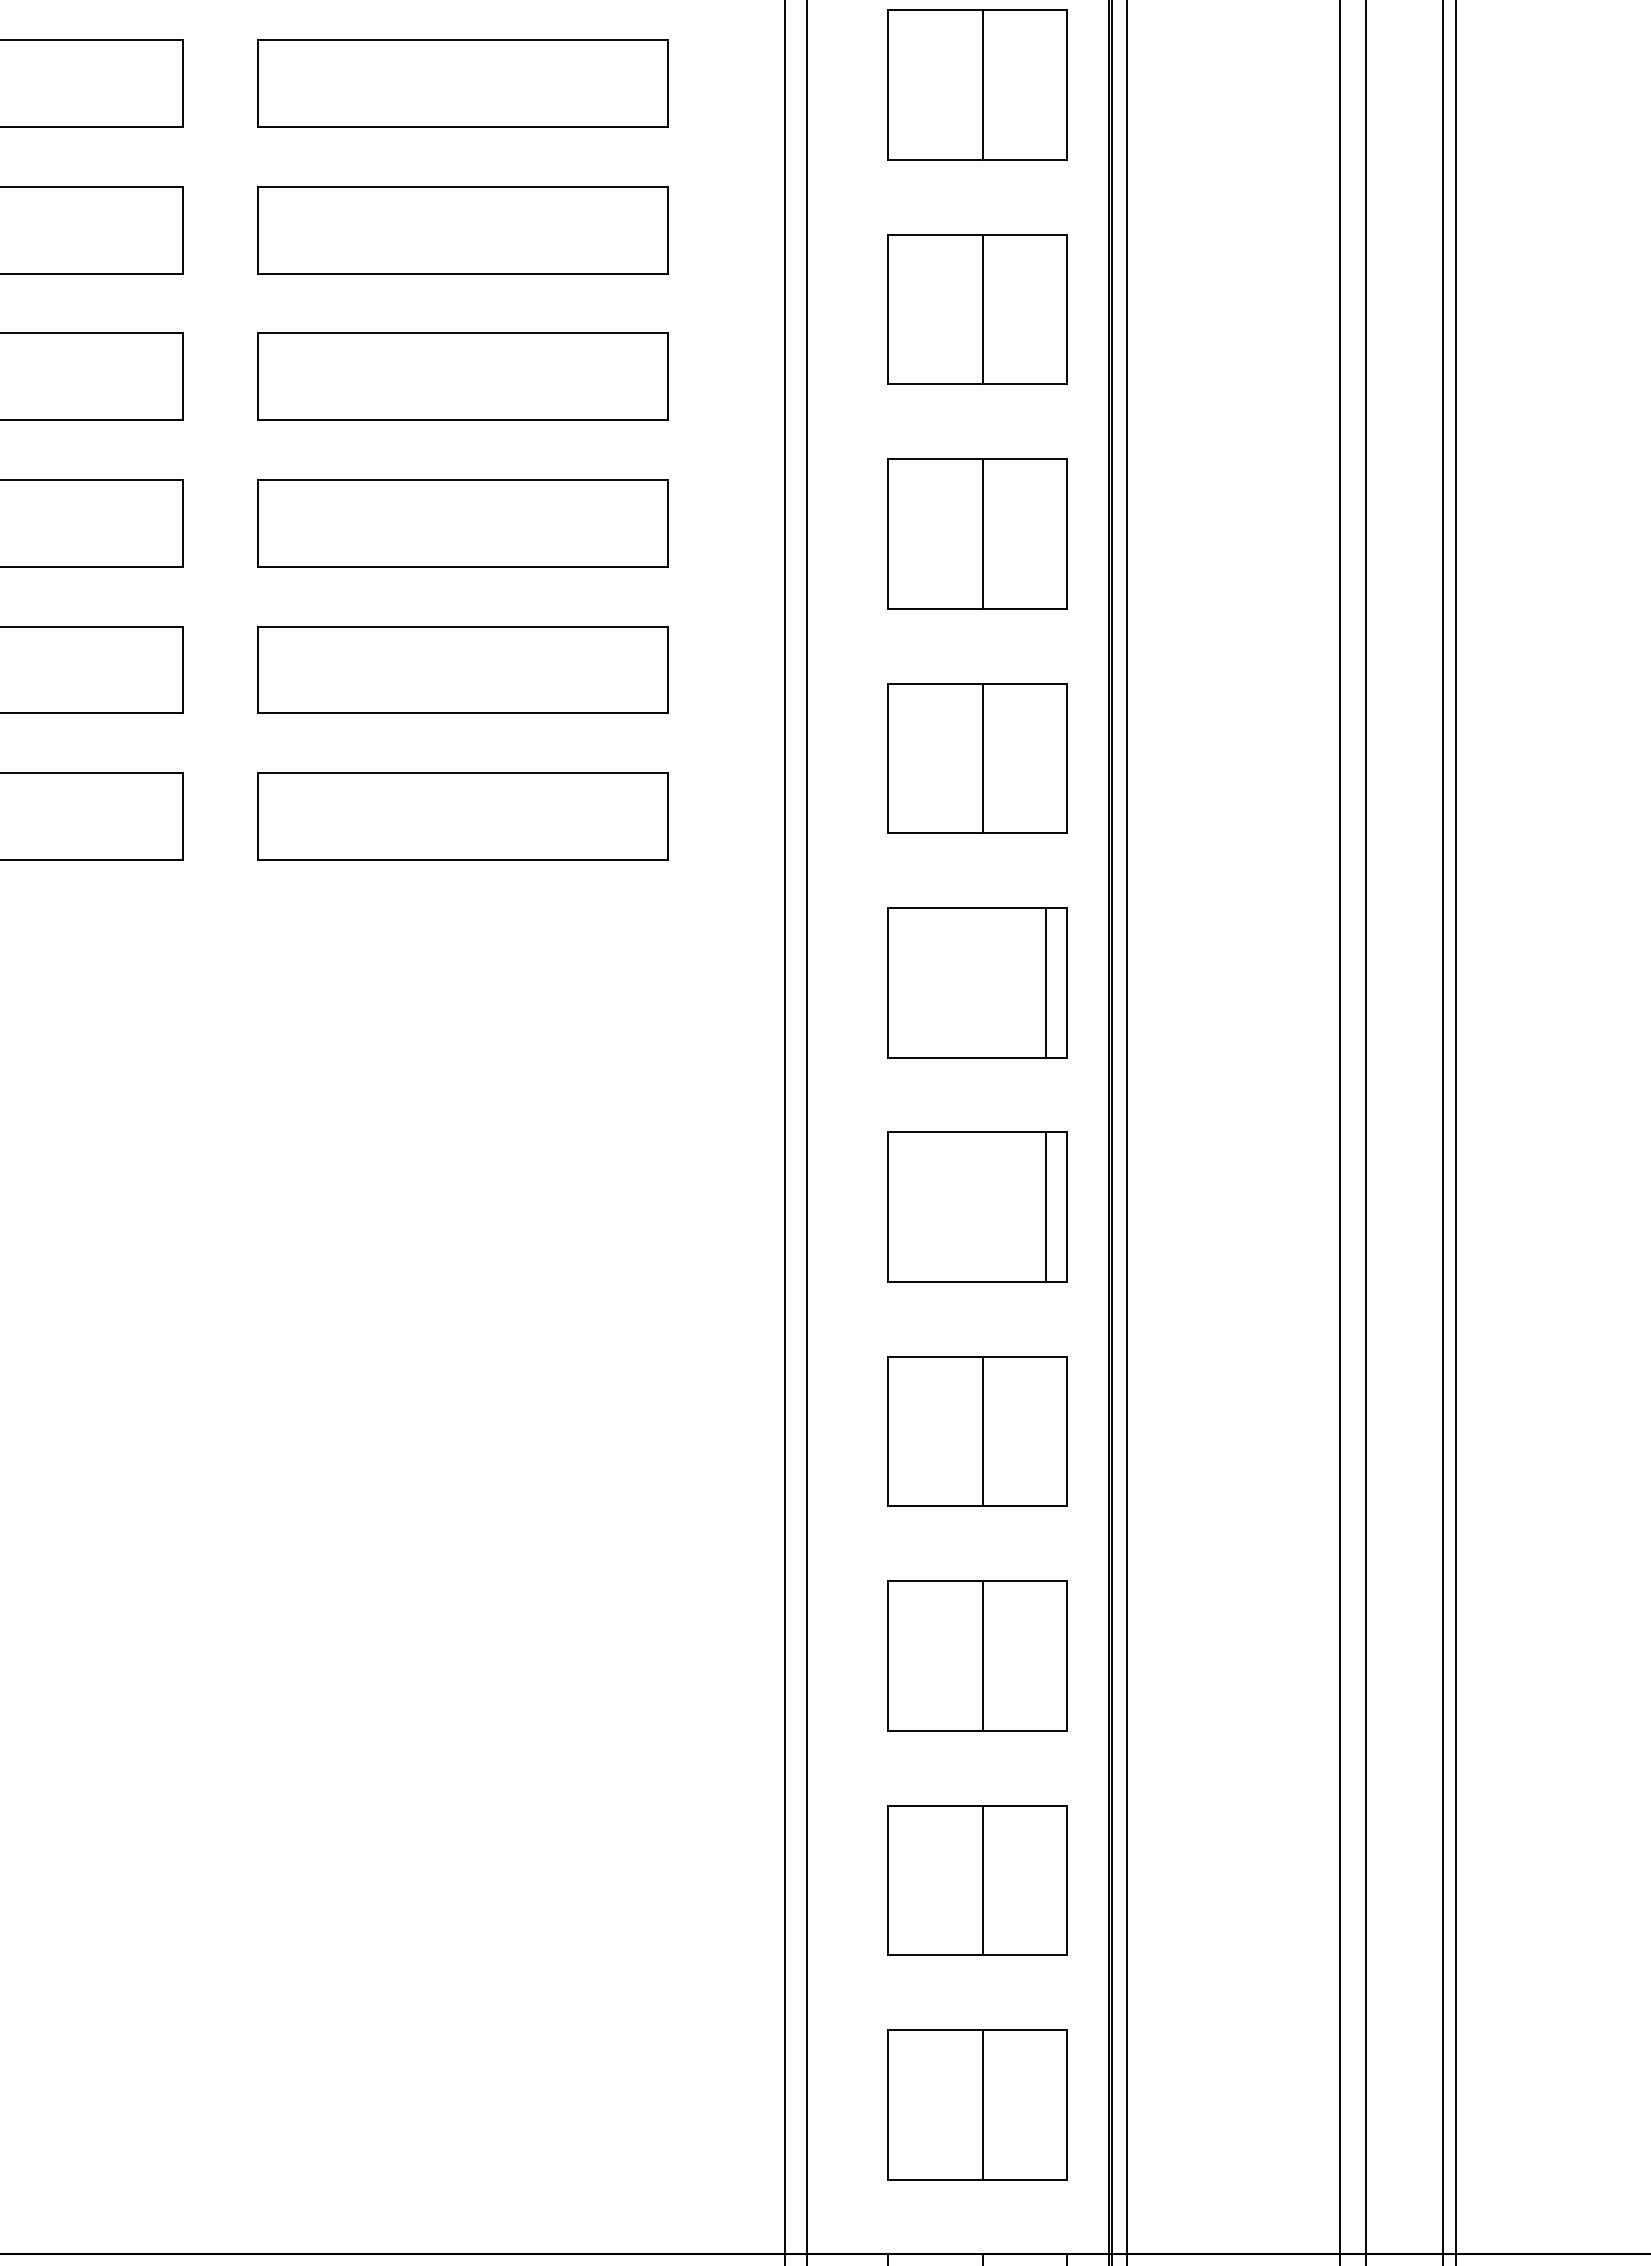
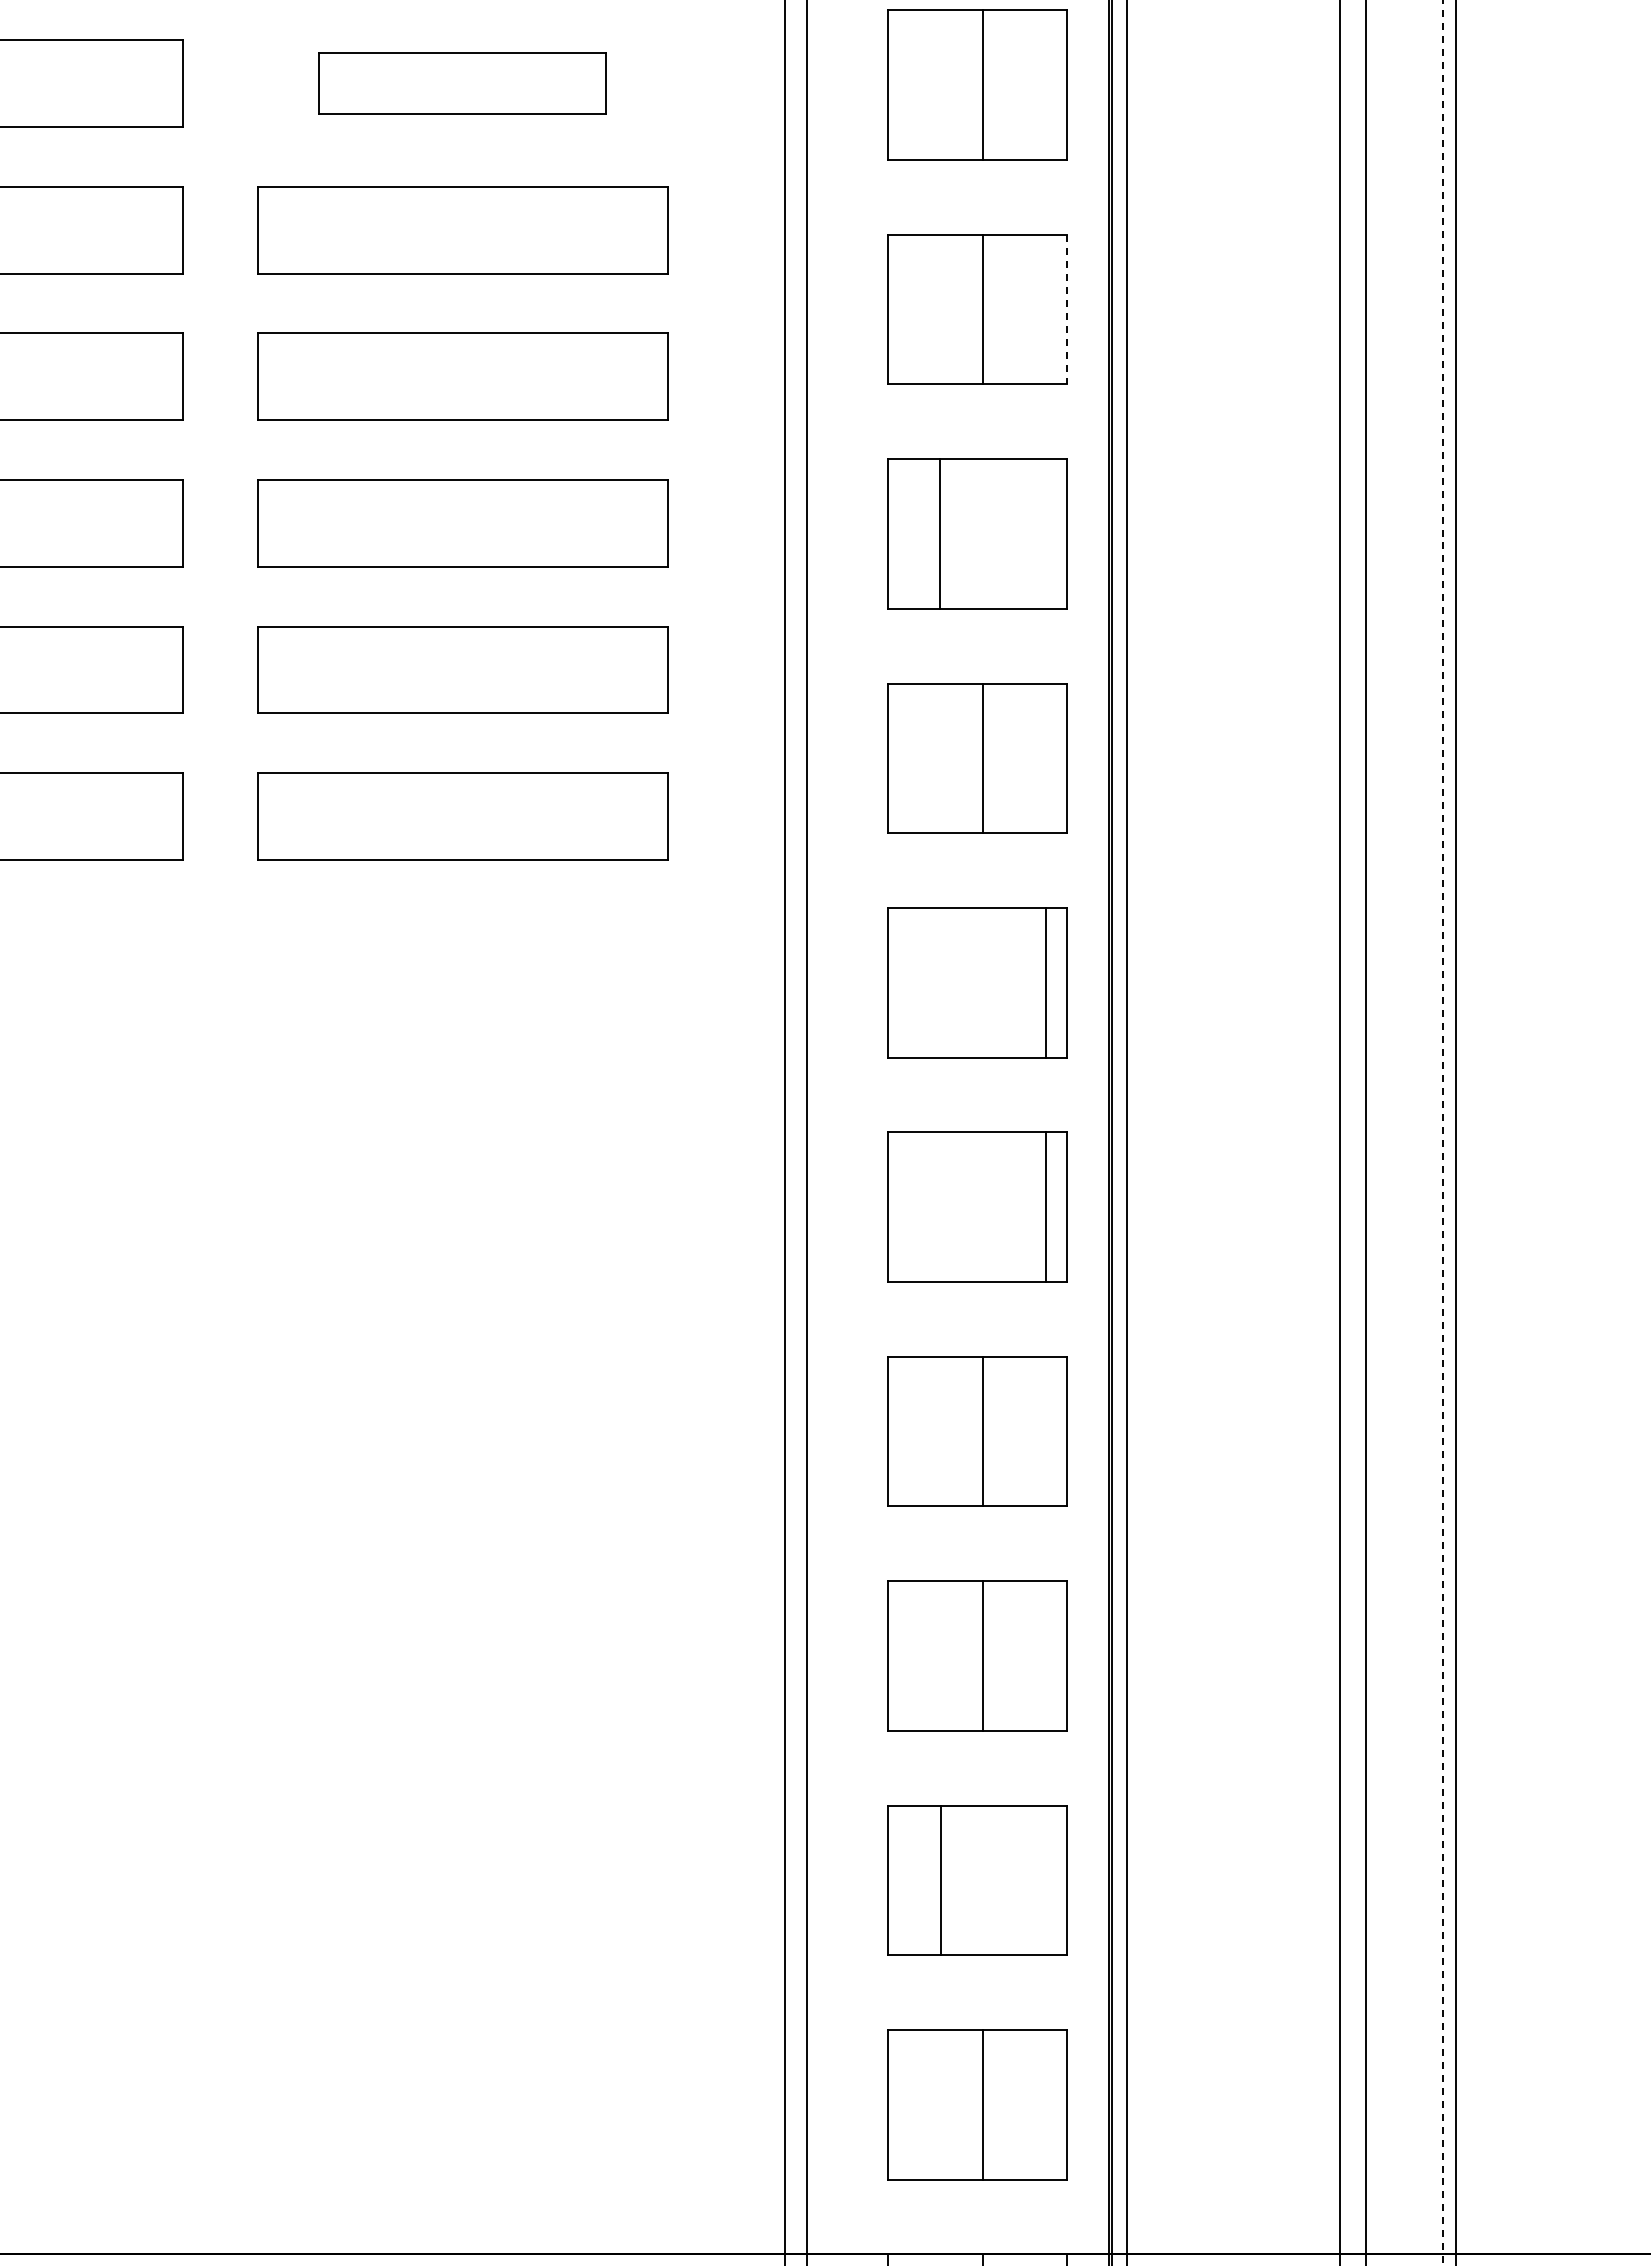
part at (462, 83) size: 412x89 px -> 289x63 px
line at (1067, 309): solid -> dashed
line at (982, 533) position: (982, 533) -> (939, 533)
line at (1442, 1132): solid -> dashed
line at (982, 1880) position: (982, 1880) -> (940, 1880)
